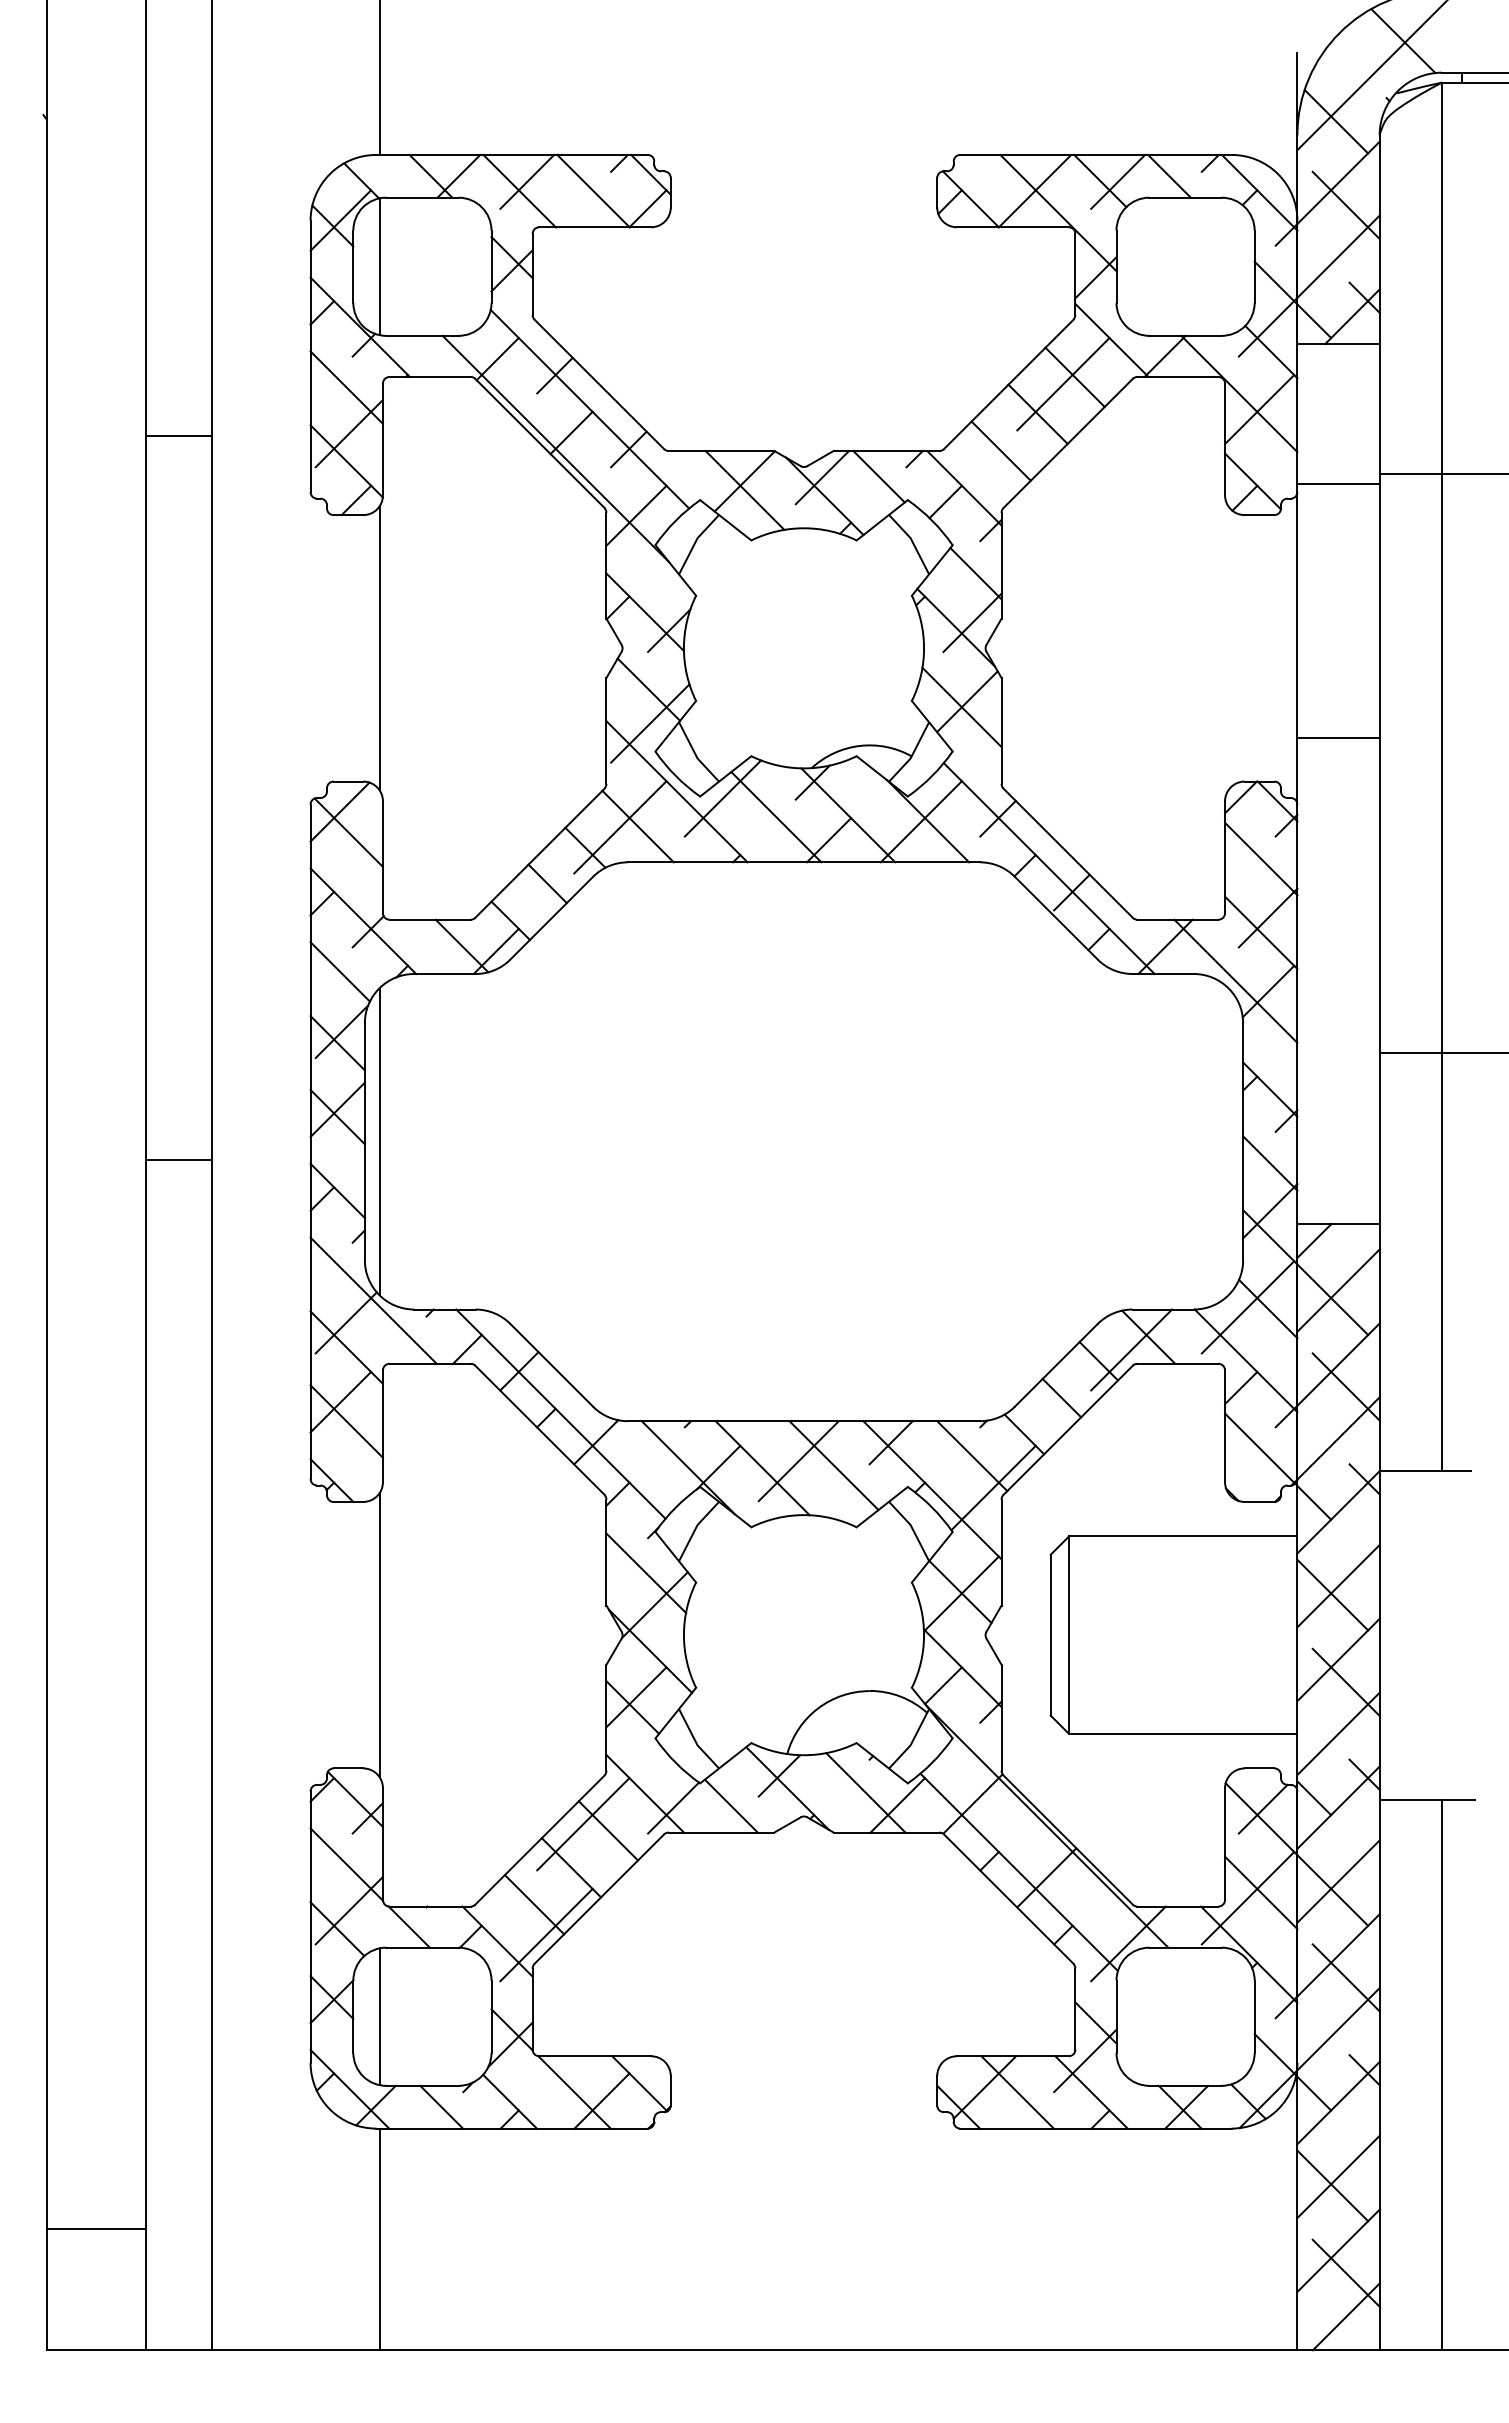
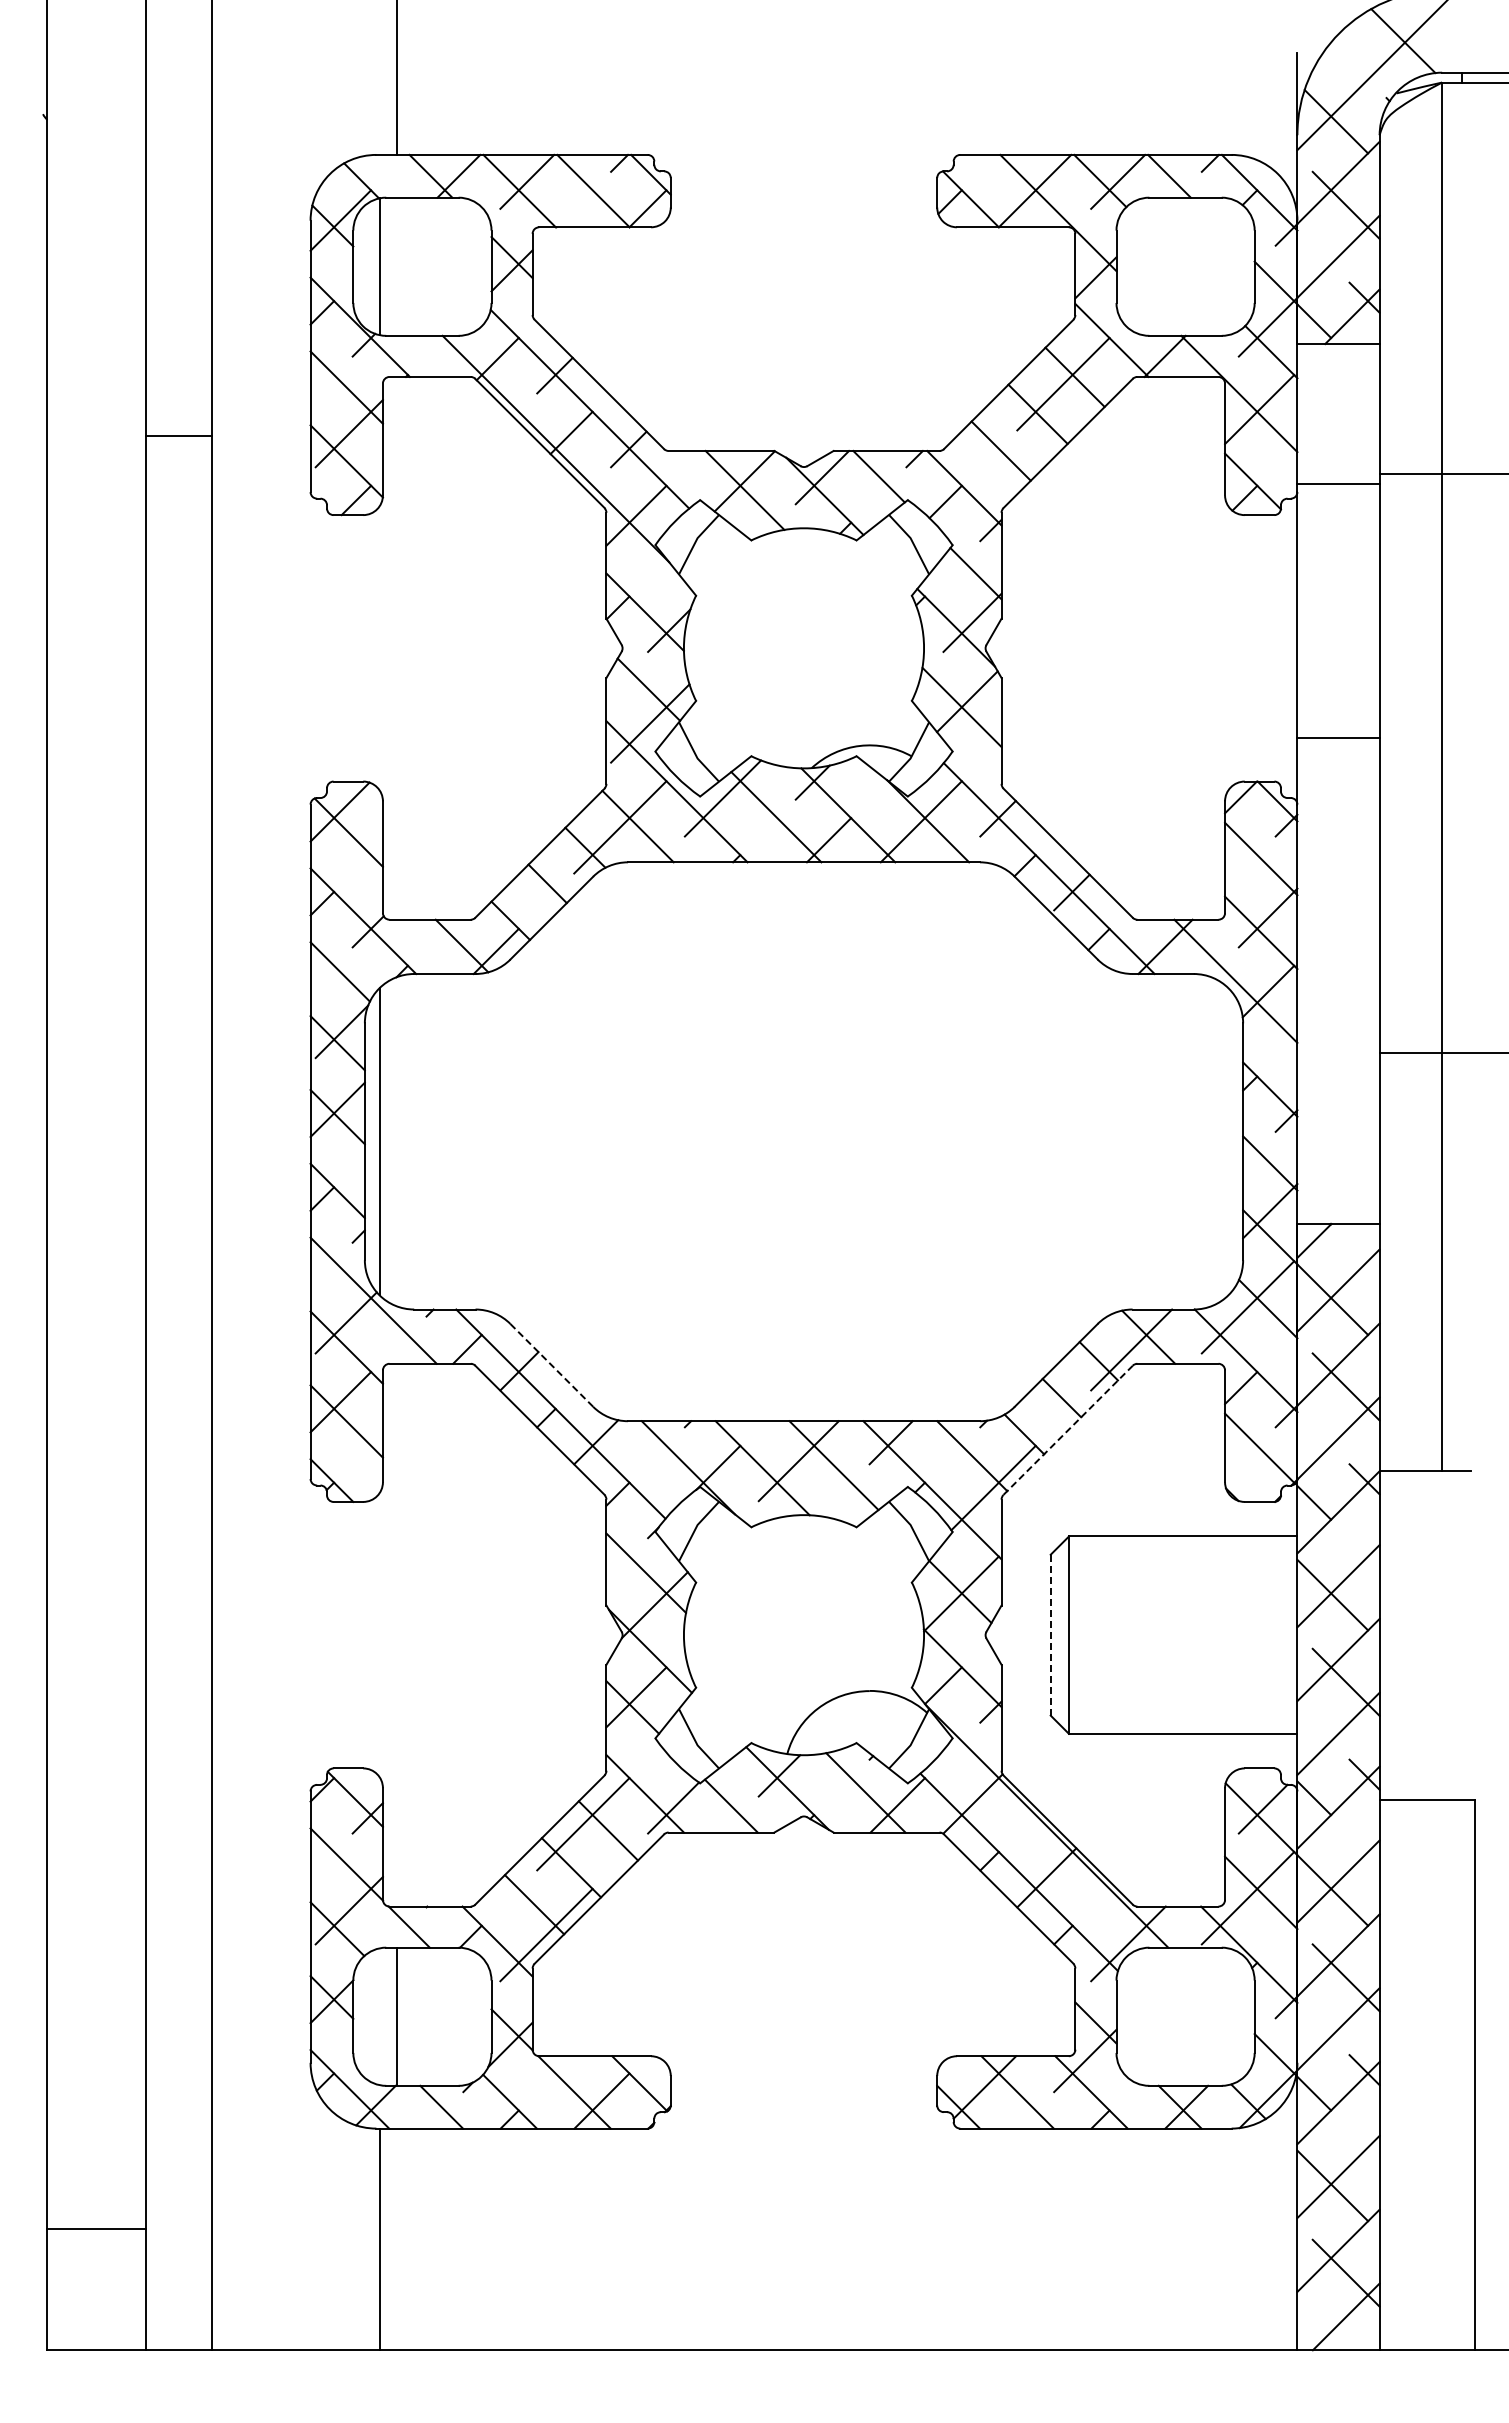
line at (379, 78) position: (379, 78) -> (396, 78)
line at (379, 648): present -> none
line at (178, 1159): present -> none
line at (552, 1365): solid -> dashed
line at (1068, 1429): solid -> dashed
line at (379, 1635): present -> none
line at (1050, 1635): solid -> dashed
line at (379, 2016) position: (379, 2016) -> (396, 2016)
line at (1442, 2074) position: (1442, 2074) -> (1475, 2074)
